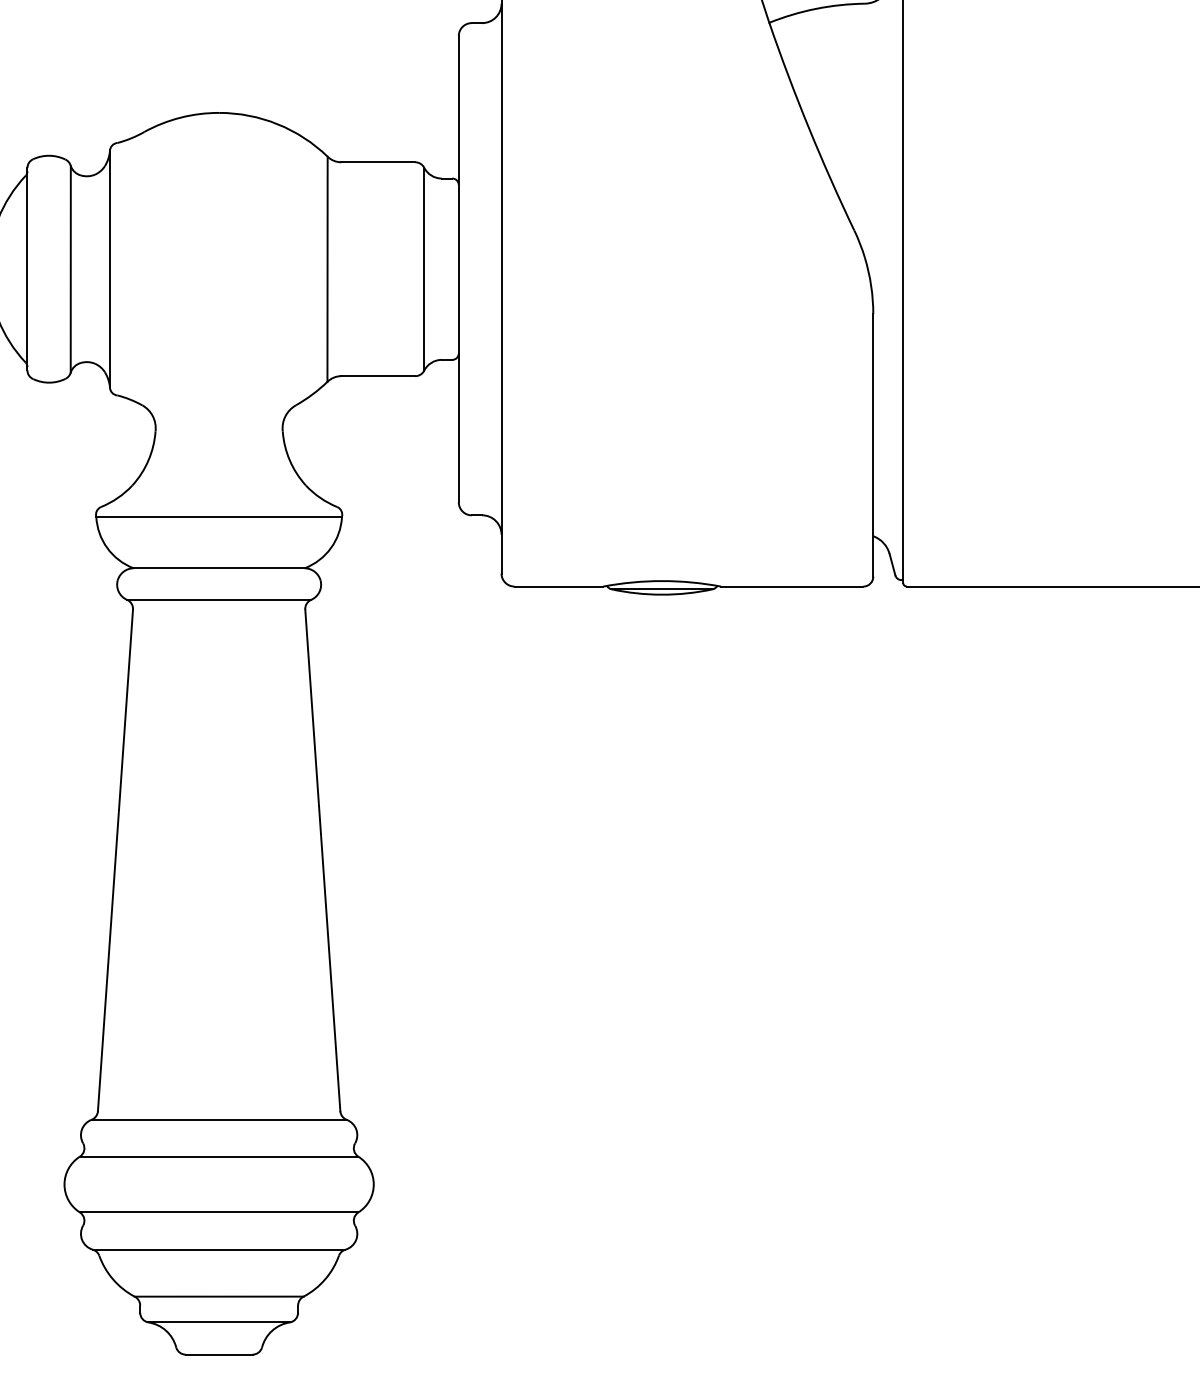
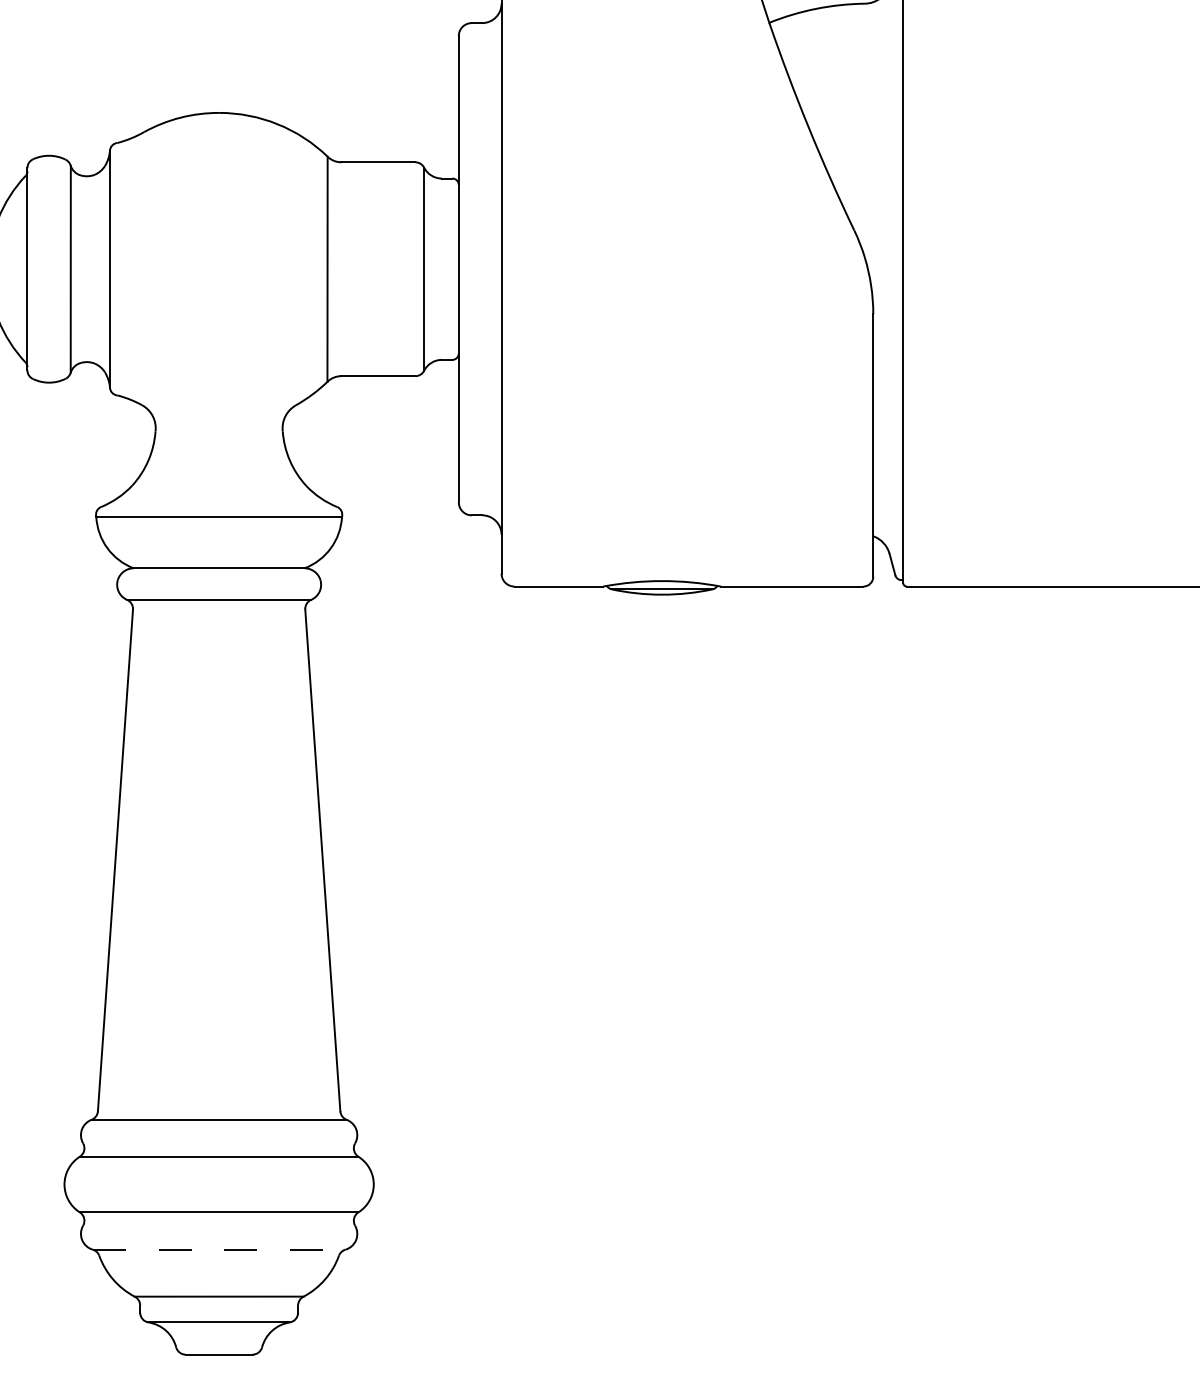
line at (219, 1249): solid -> dashed
